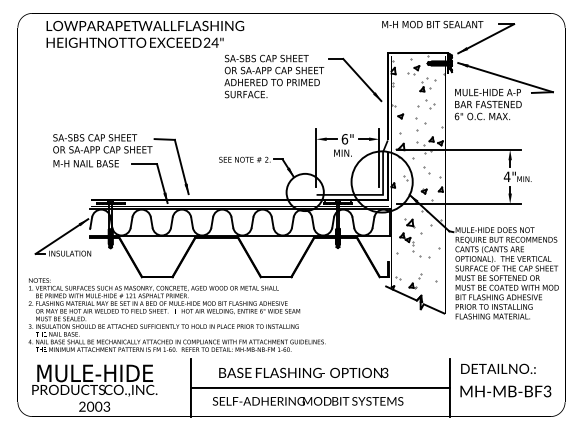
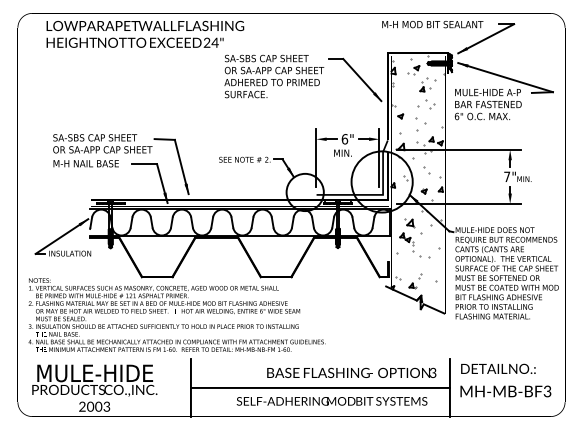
text at (506, 176): 4" -> 7"
text at (303, 372) position: (303, 372) -> (351, 372)
text at (307, 401) position: (307, 401) -> (331, 401)
